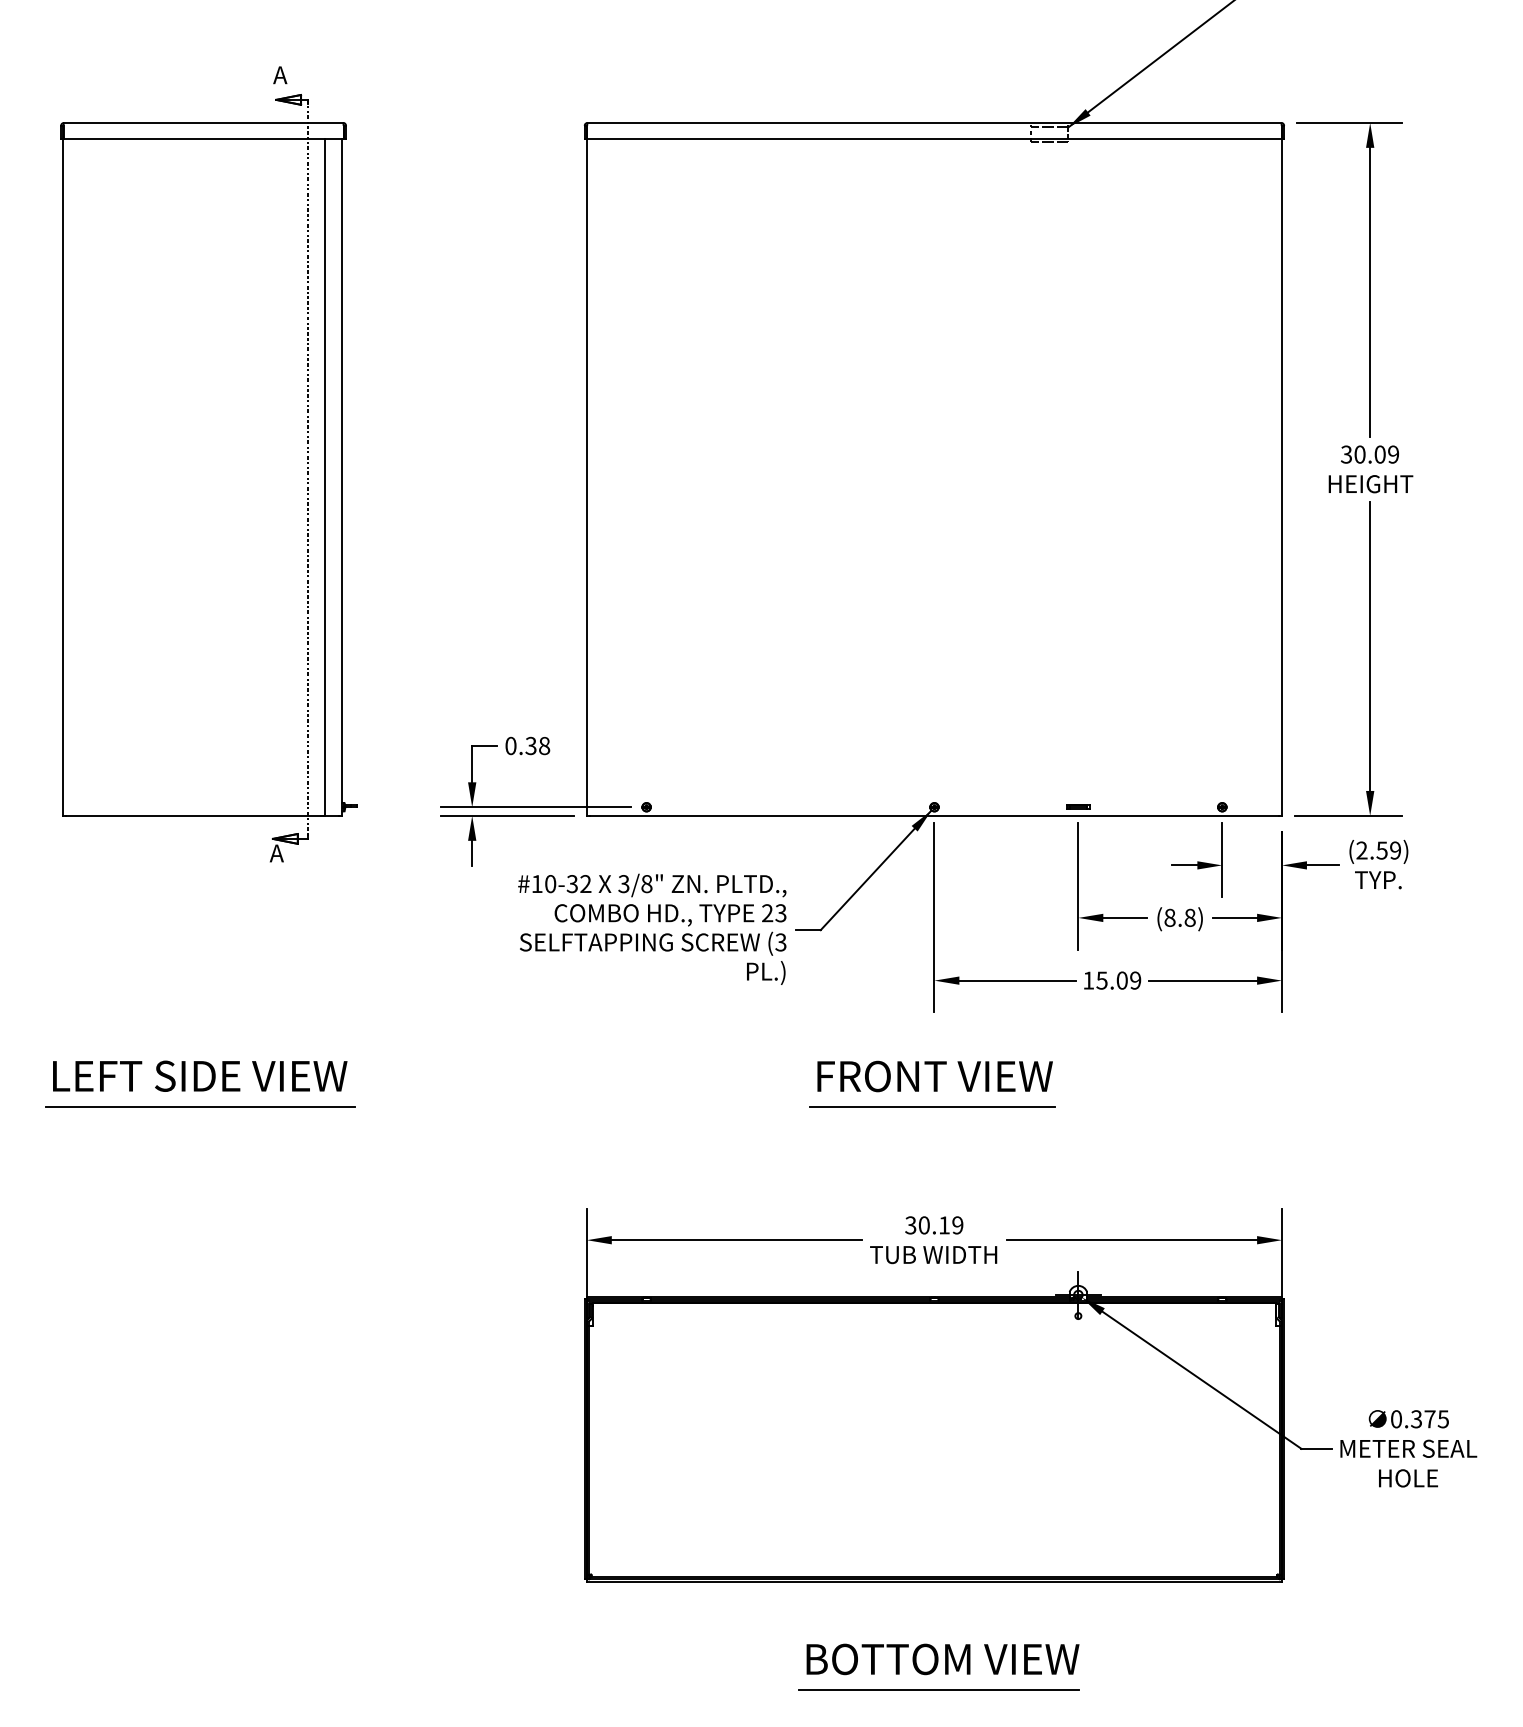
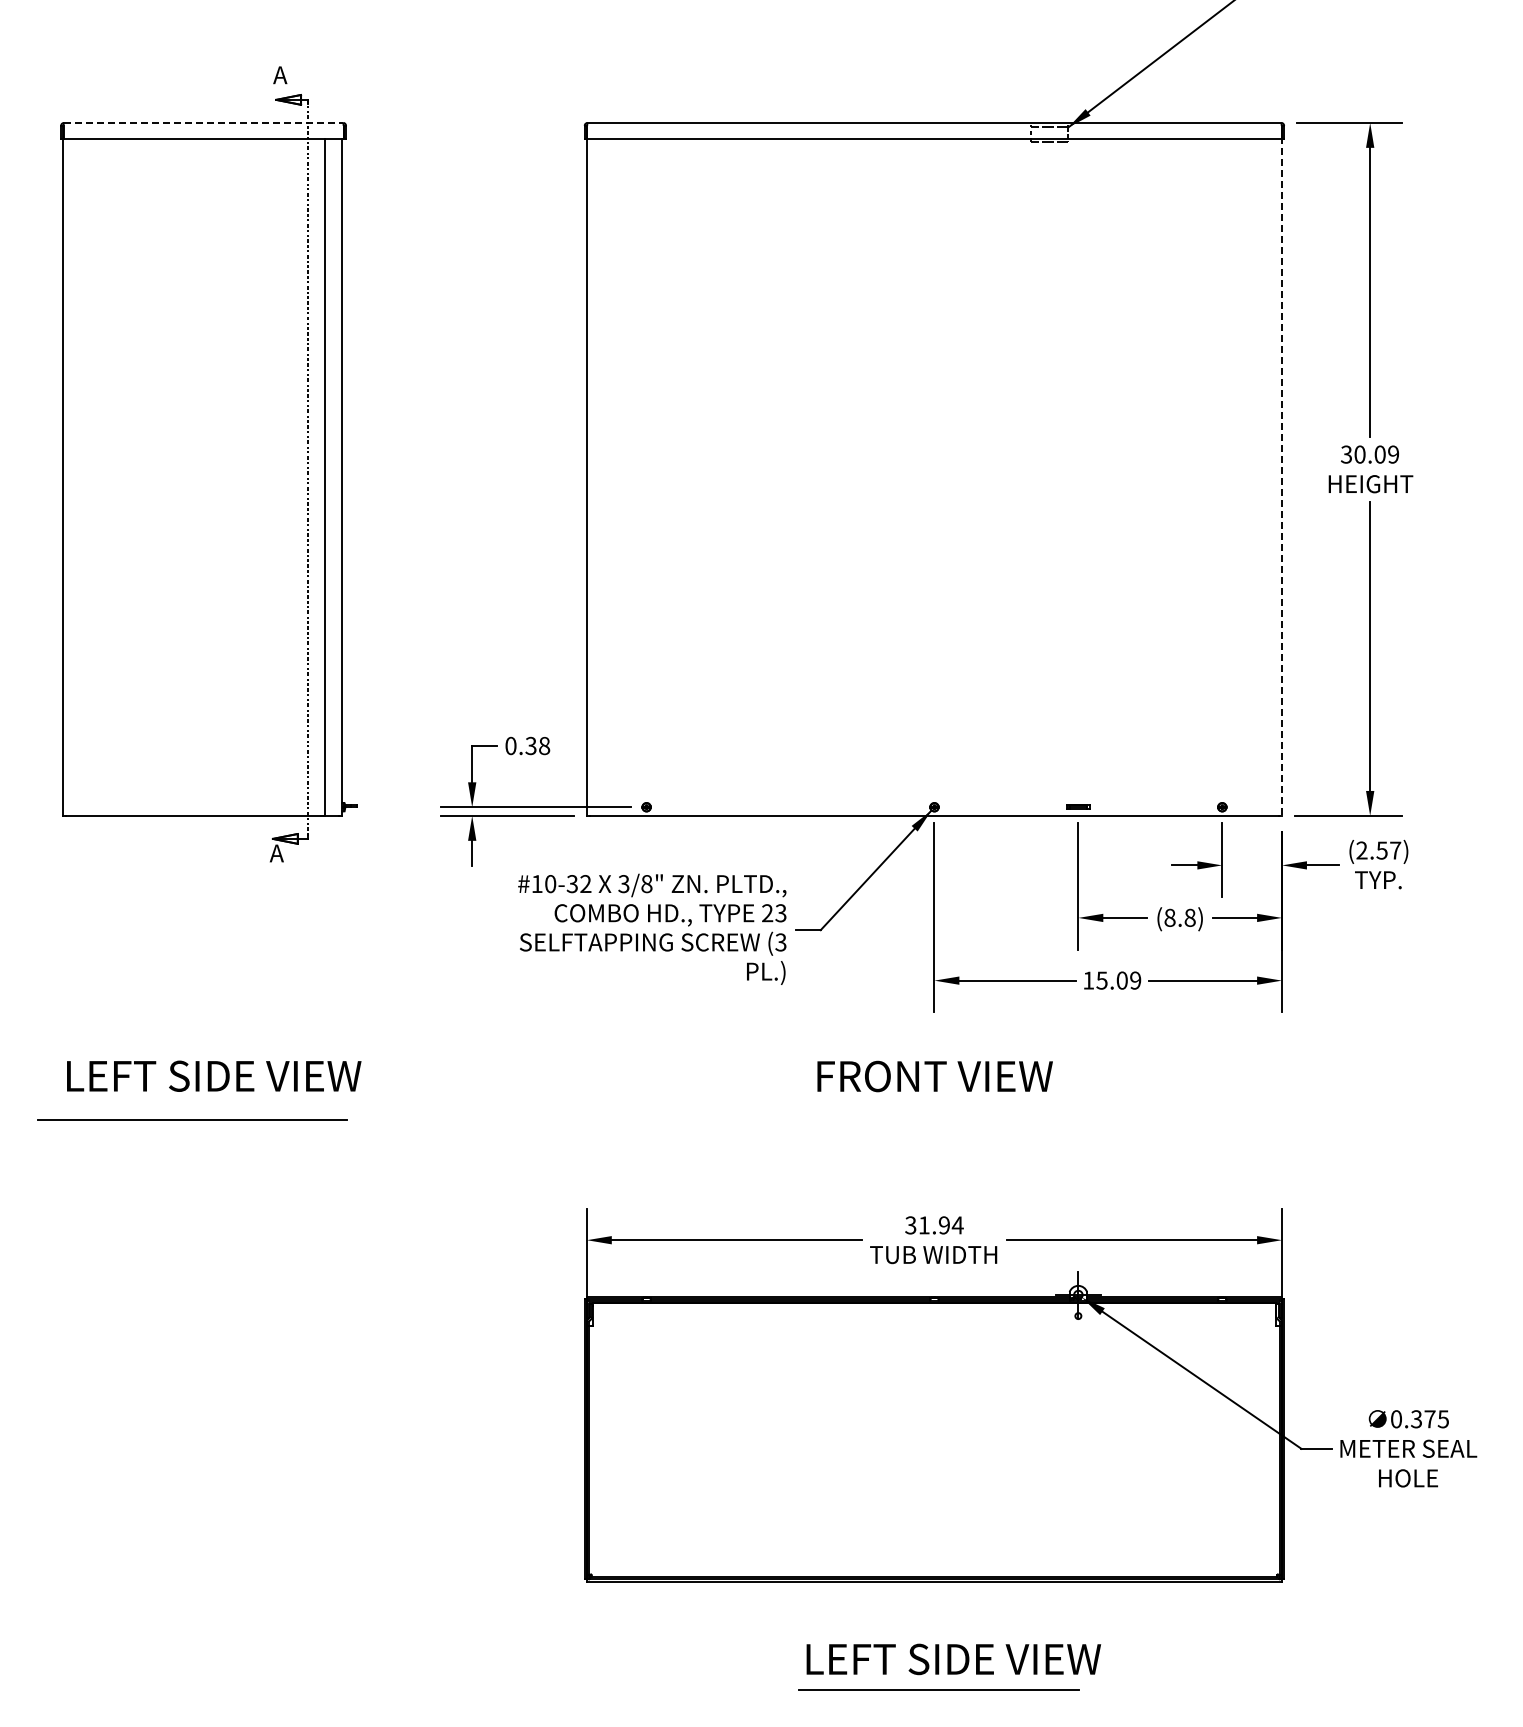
line at (203, 122): solid -> dashed
line at (1282, 471): solid -> dashed
text at (1395, 850): (2.59) -> (2.57)
text at (200, 1075) position: (200, 1075) -> (214, 1075)
line at (200, 1106) position: (200, 1106) -> (192, 1119)
line at (932, 1107): present -> none
text at (940, 1225): 30.19 -> 31.94
text at (955, 1659): BOTTOM VIEW -> LEFT SIDE VIEW
